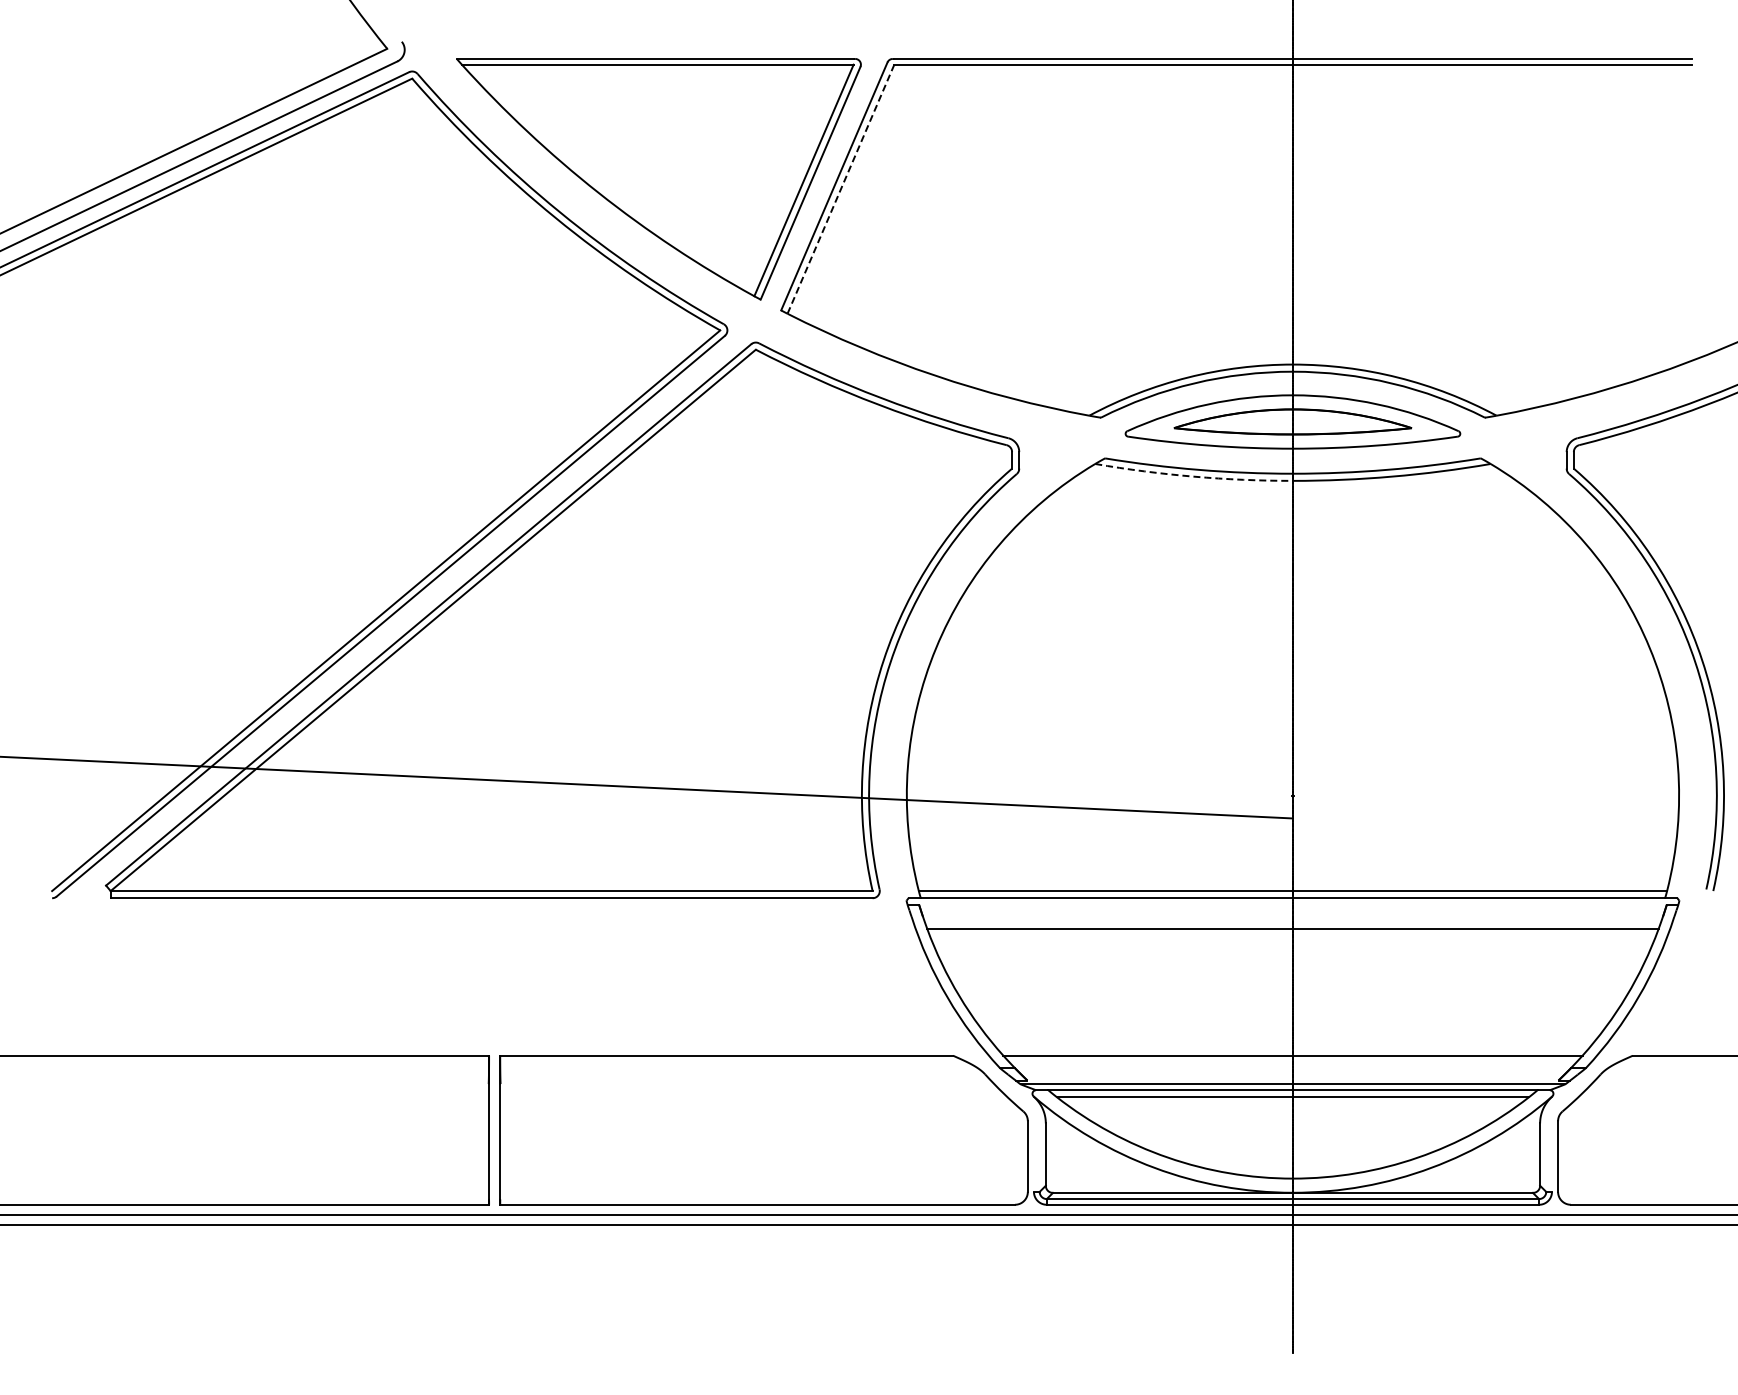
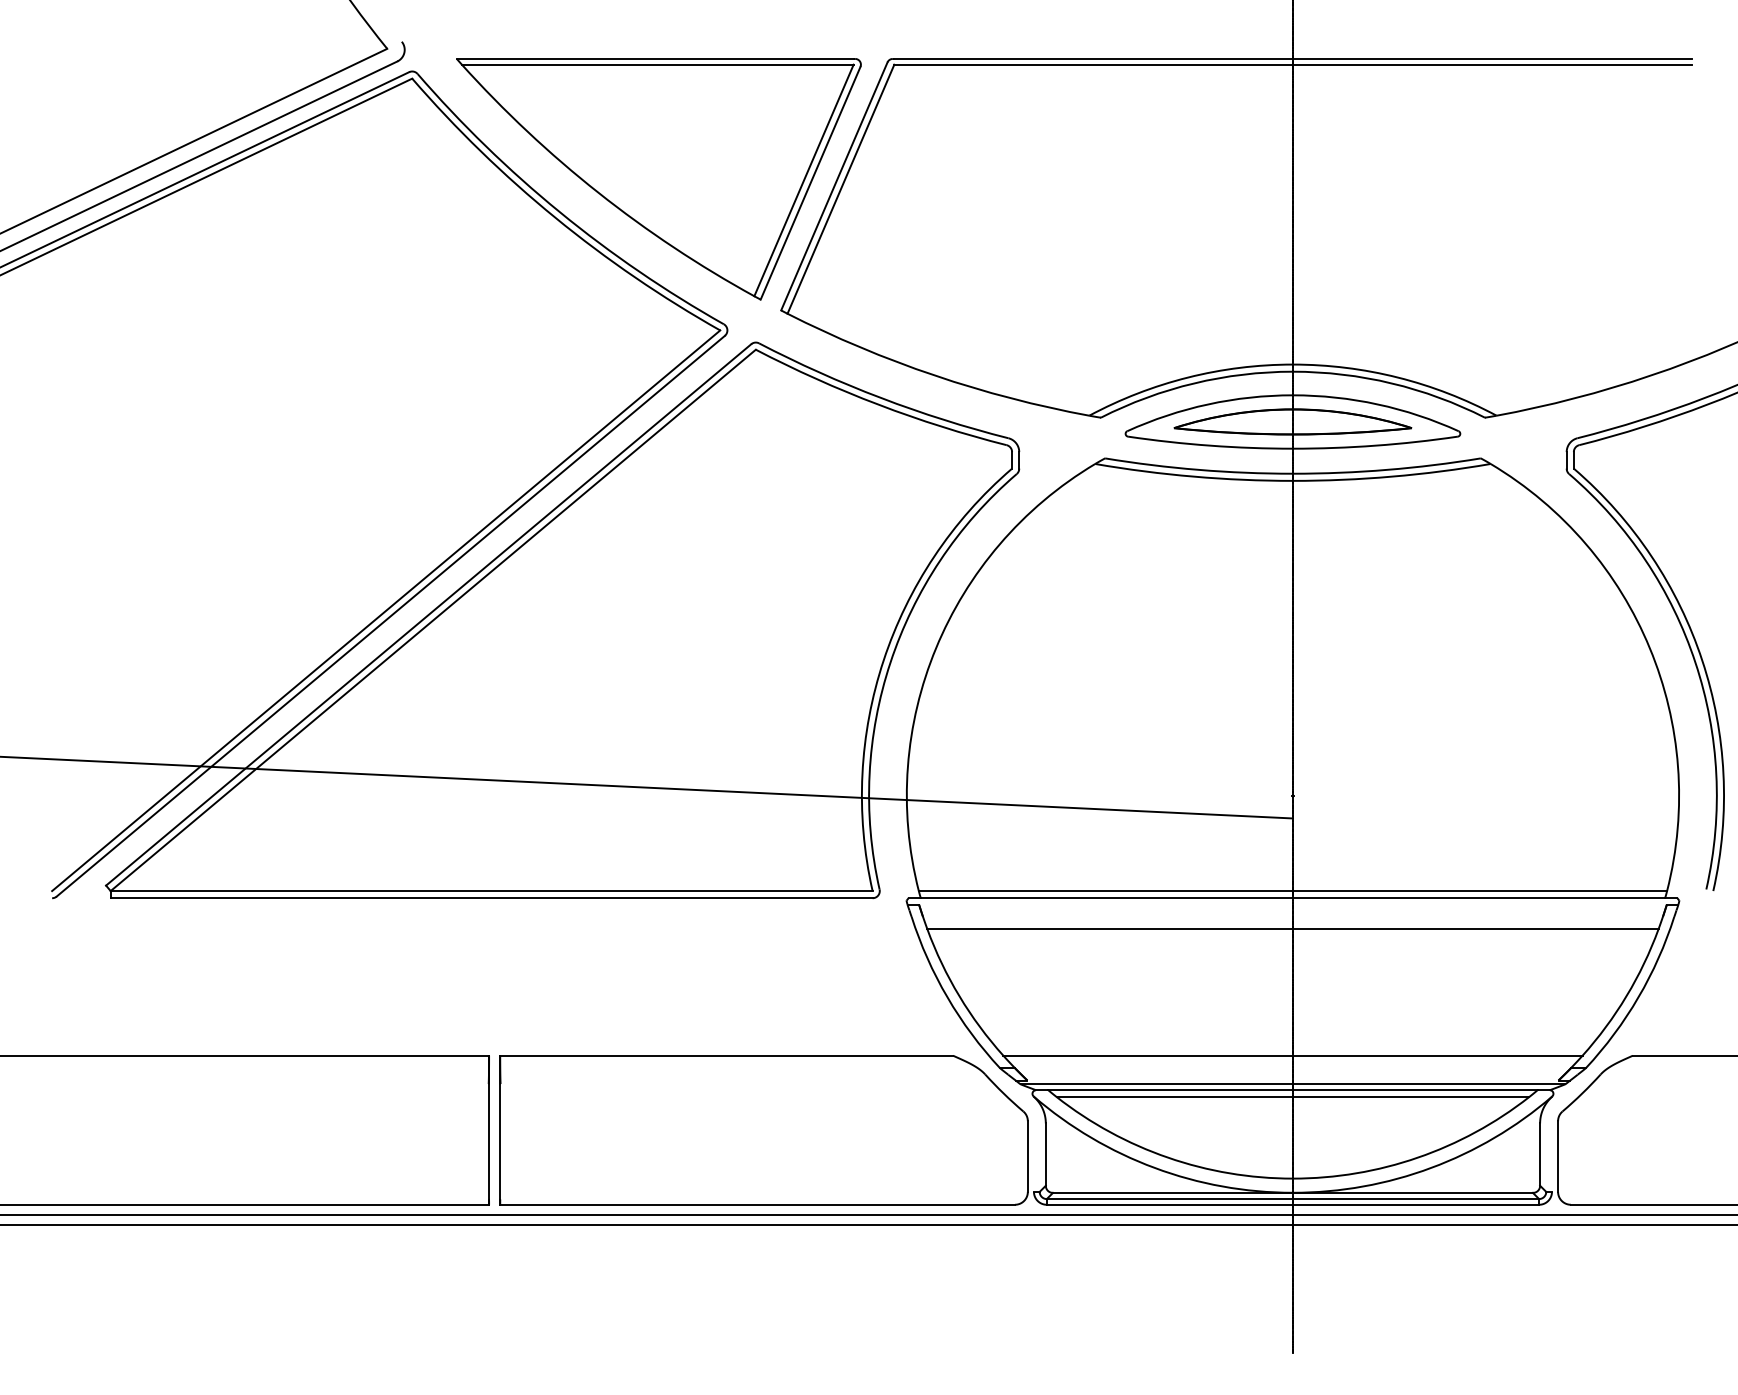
line at (841, 188): dashed -> solid
arc at (1193, 476): dashed -> solid
